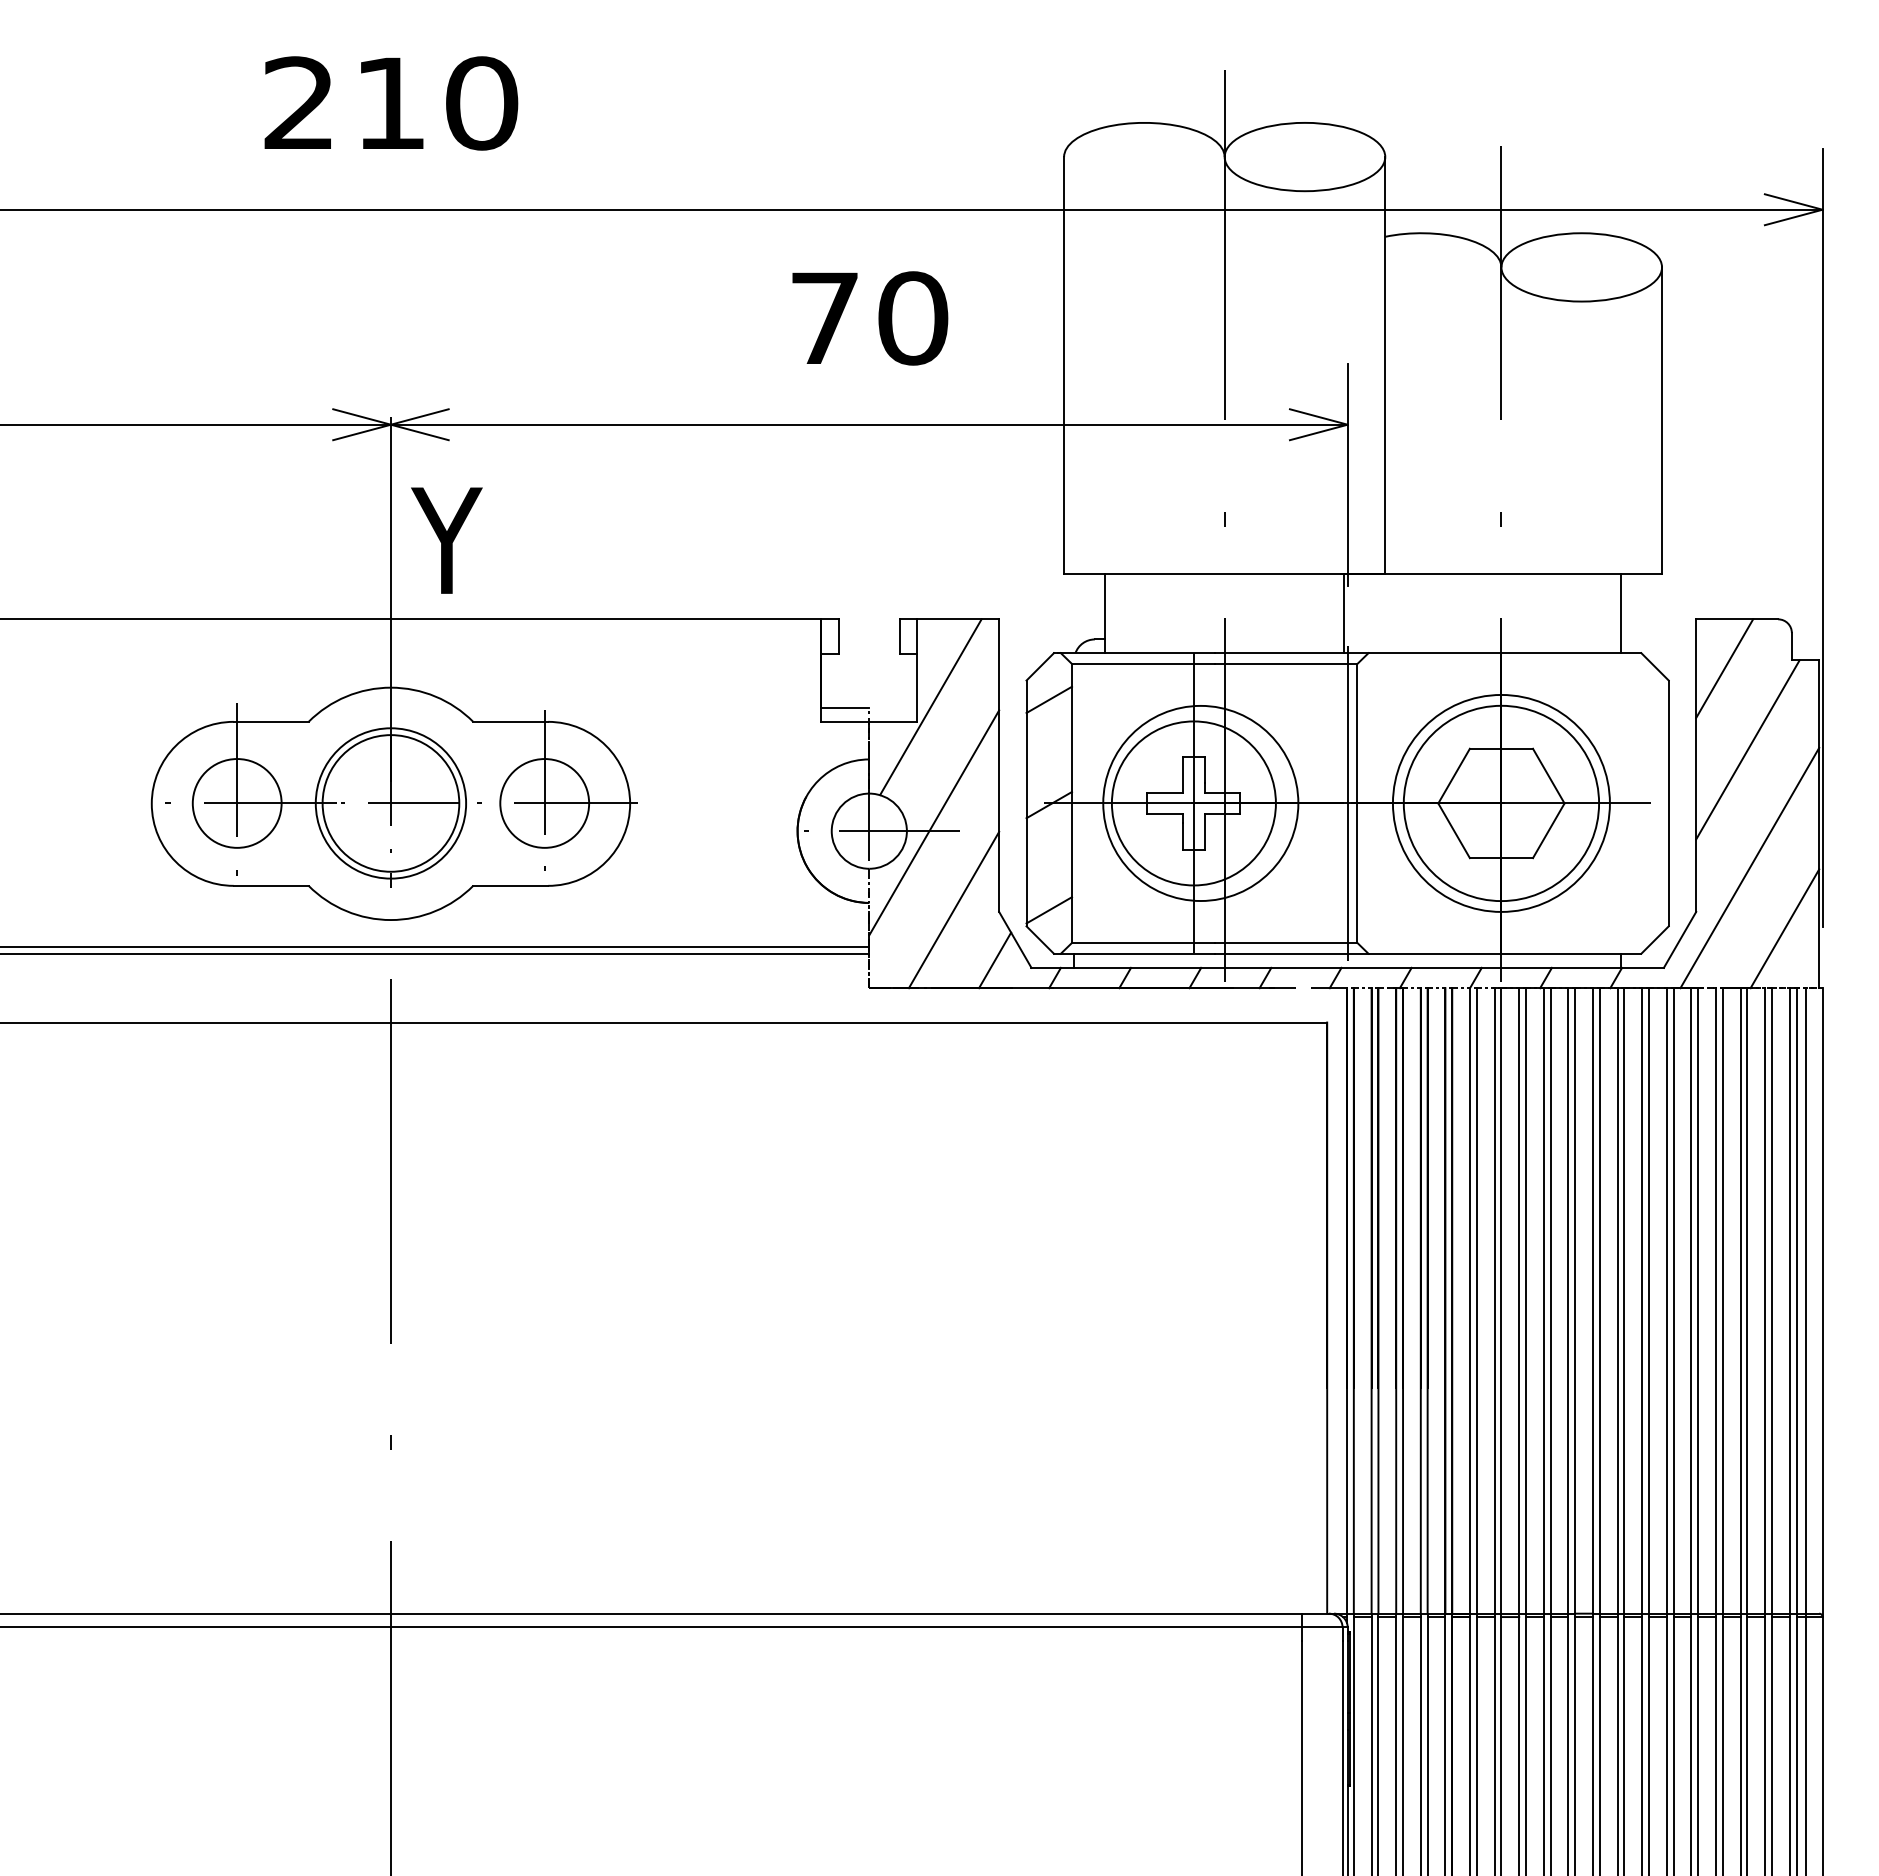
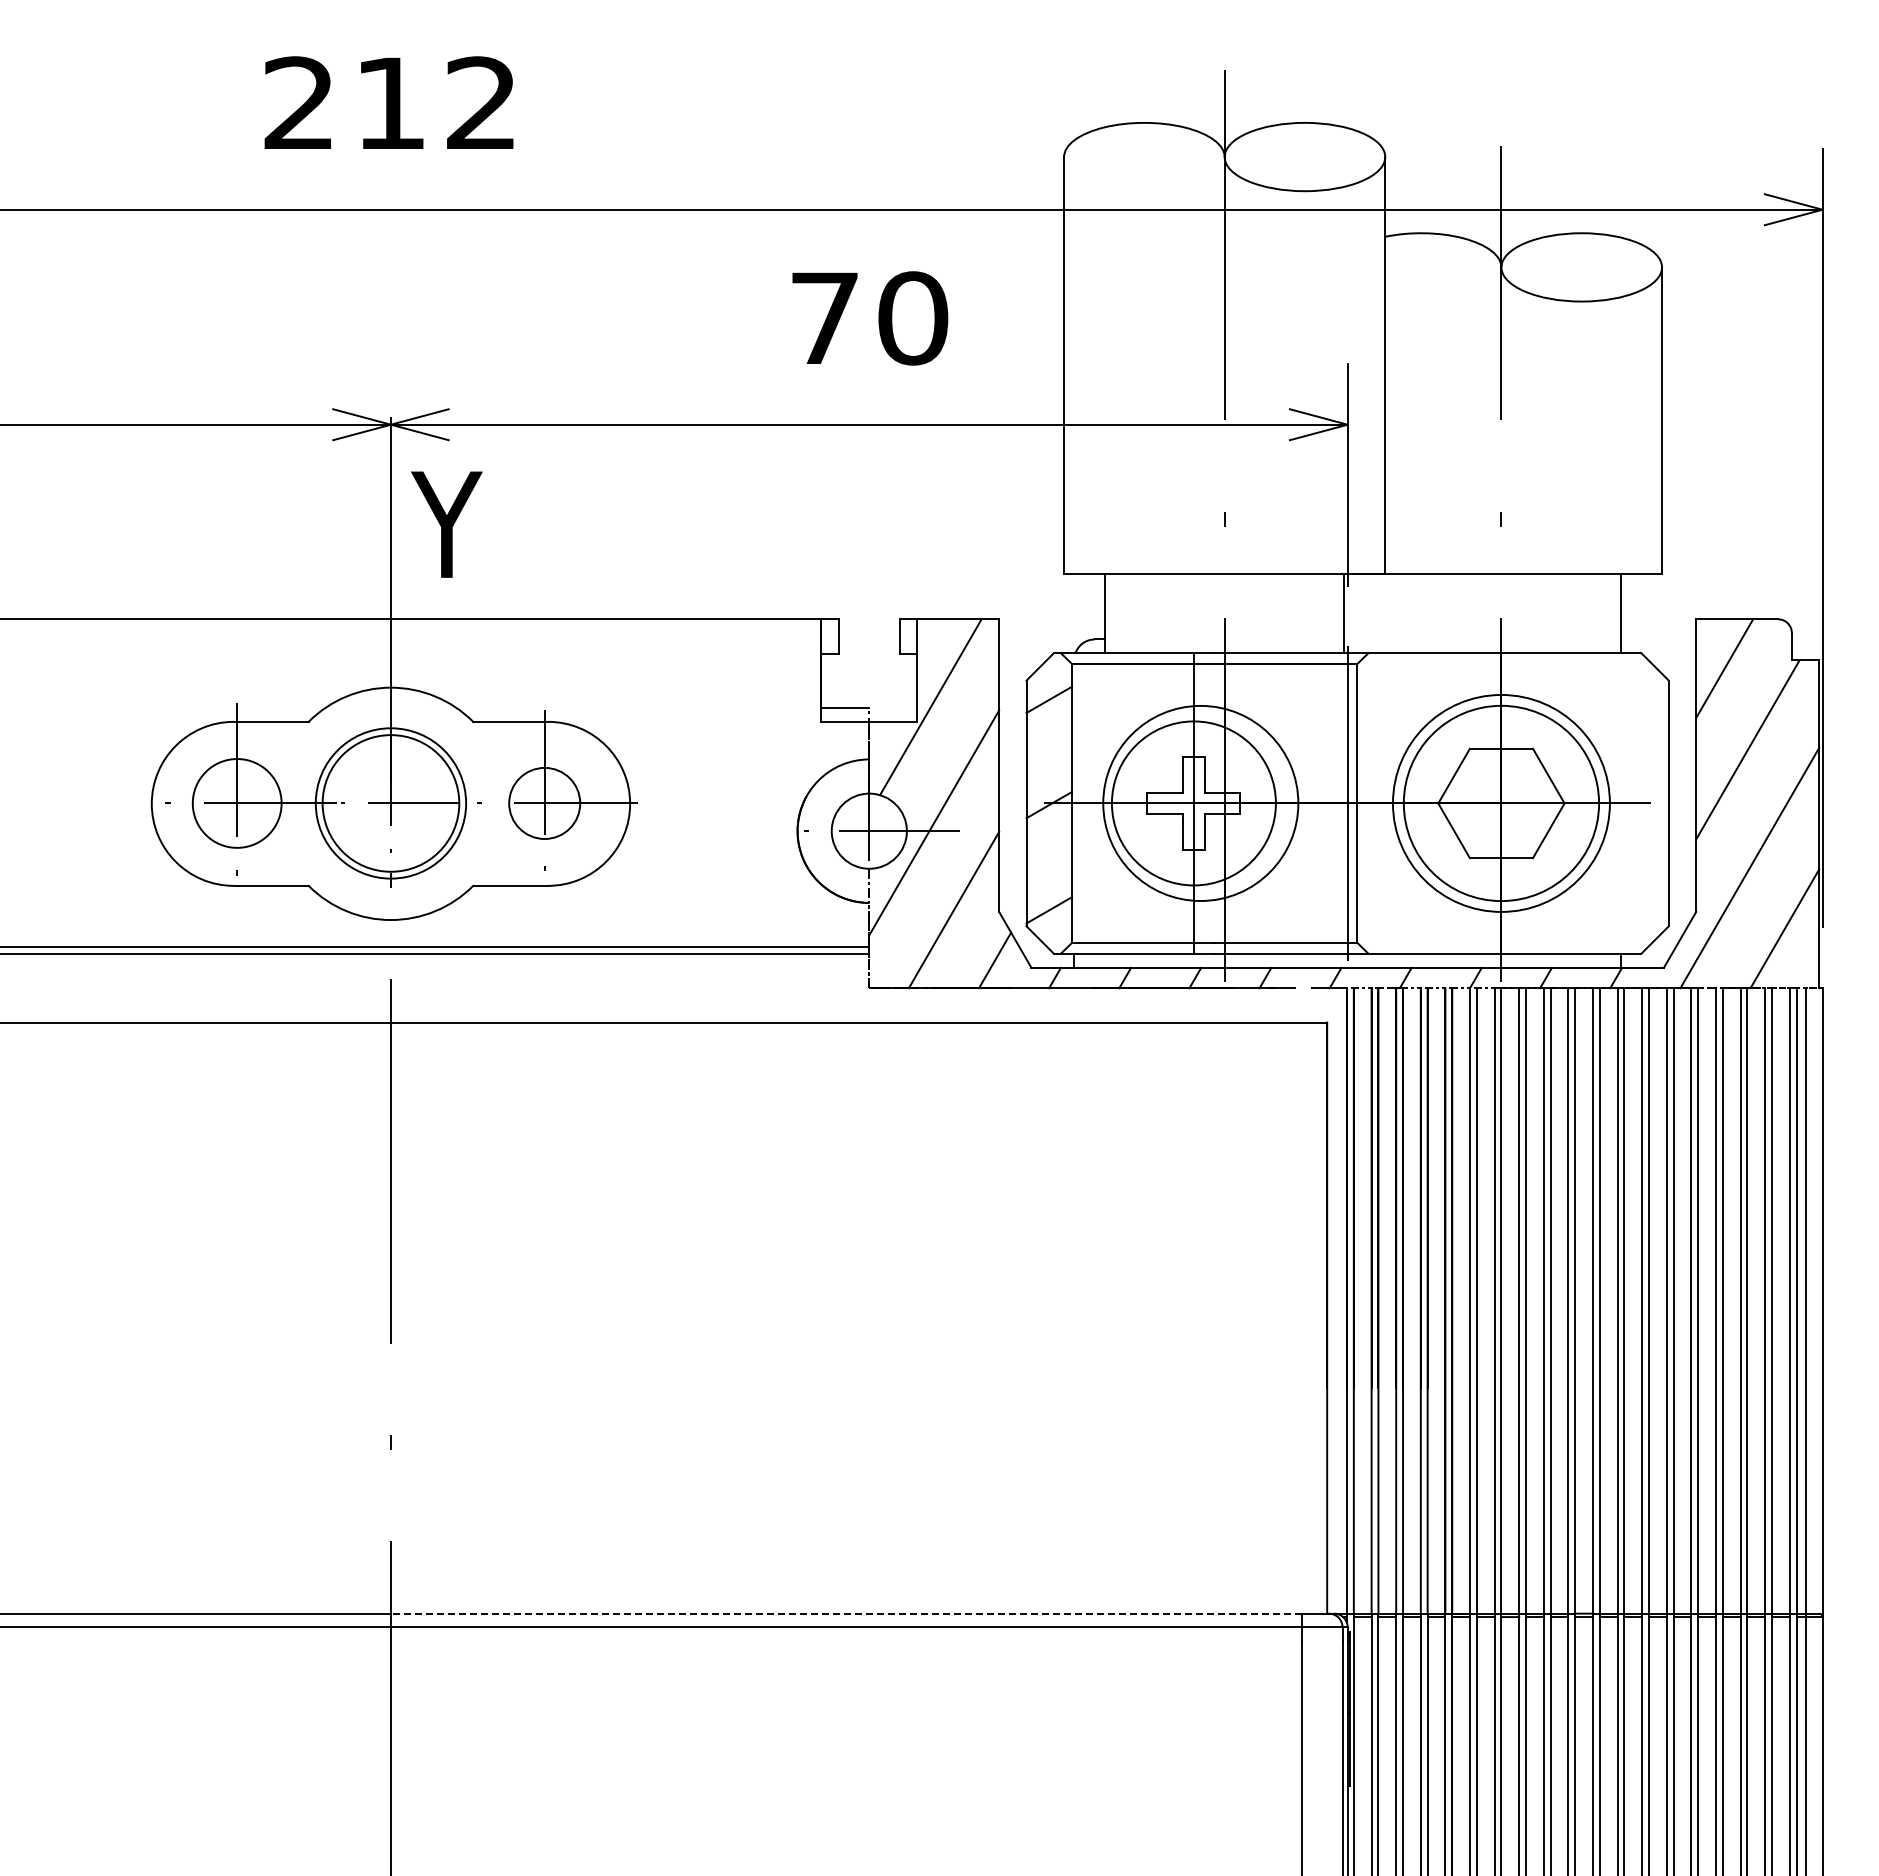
text at (482, 103): 210 -> 212
text at (446, 540) position: (446, 540) -> (446, 524)
circle at (544, 803) diameter: 89 px -> 71 px
line at (845, 1613): solid -> dashed
